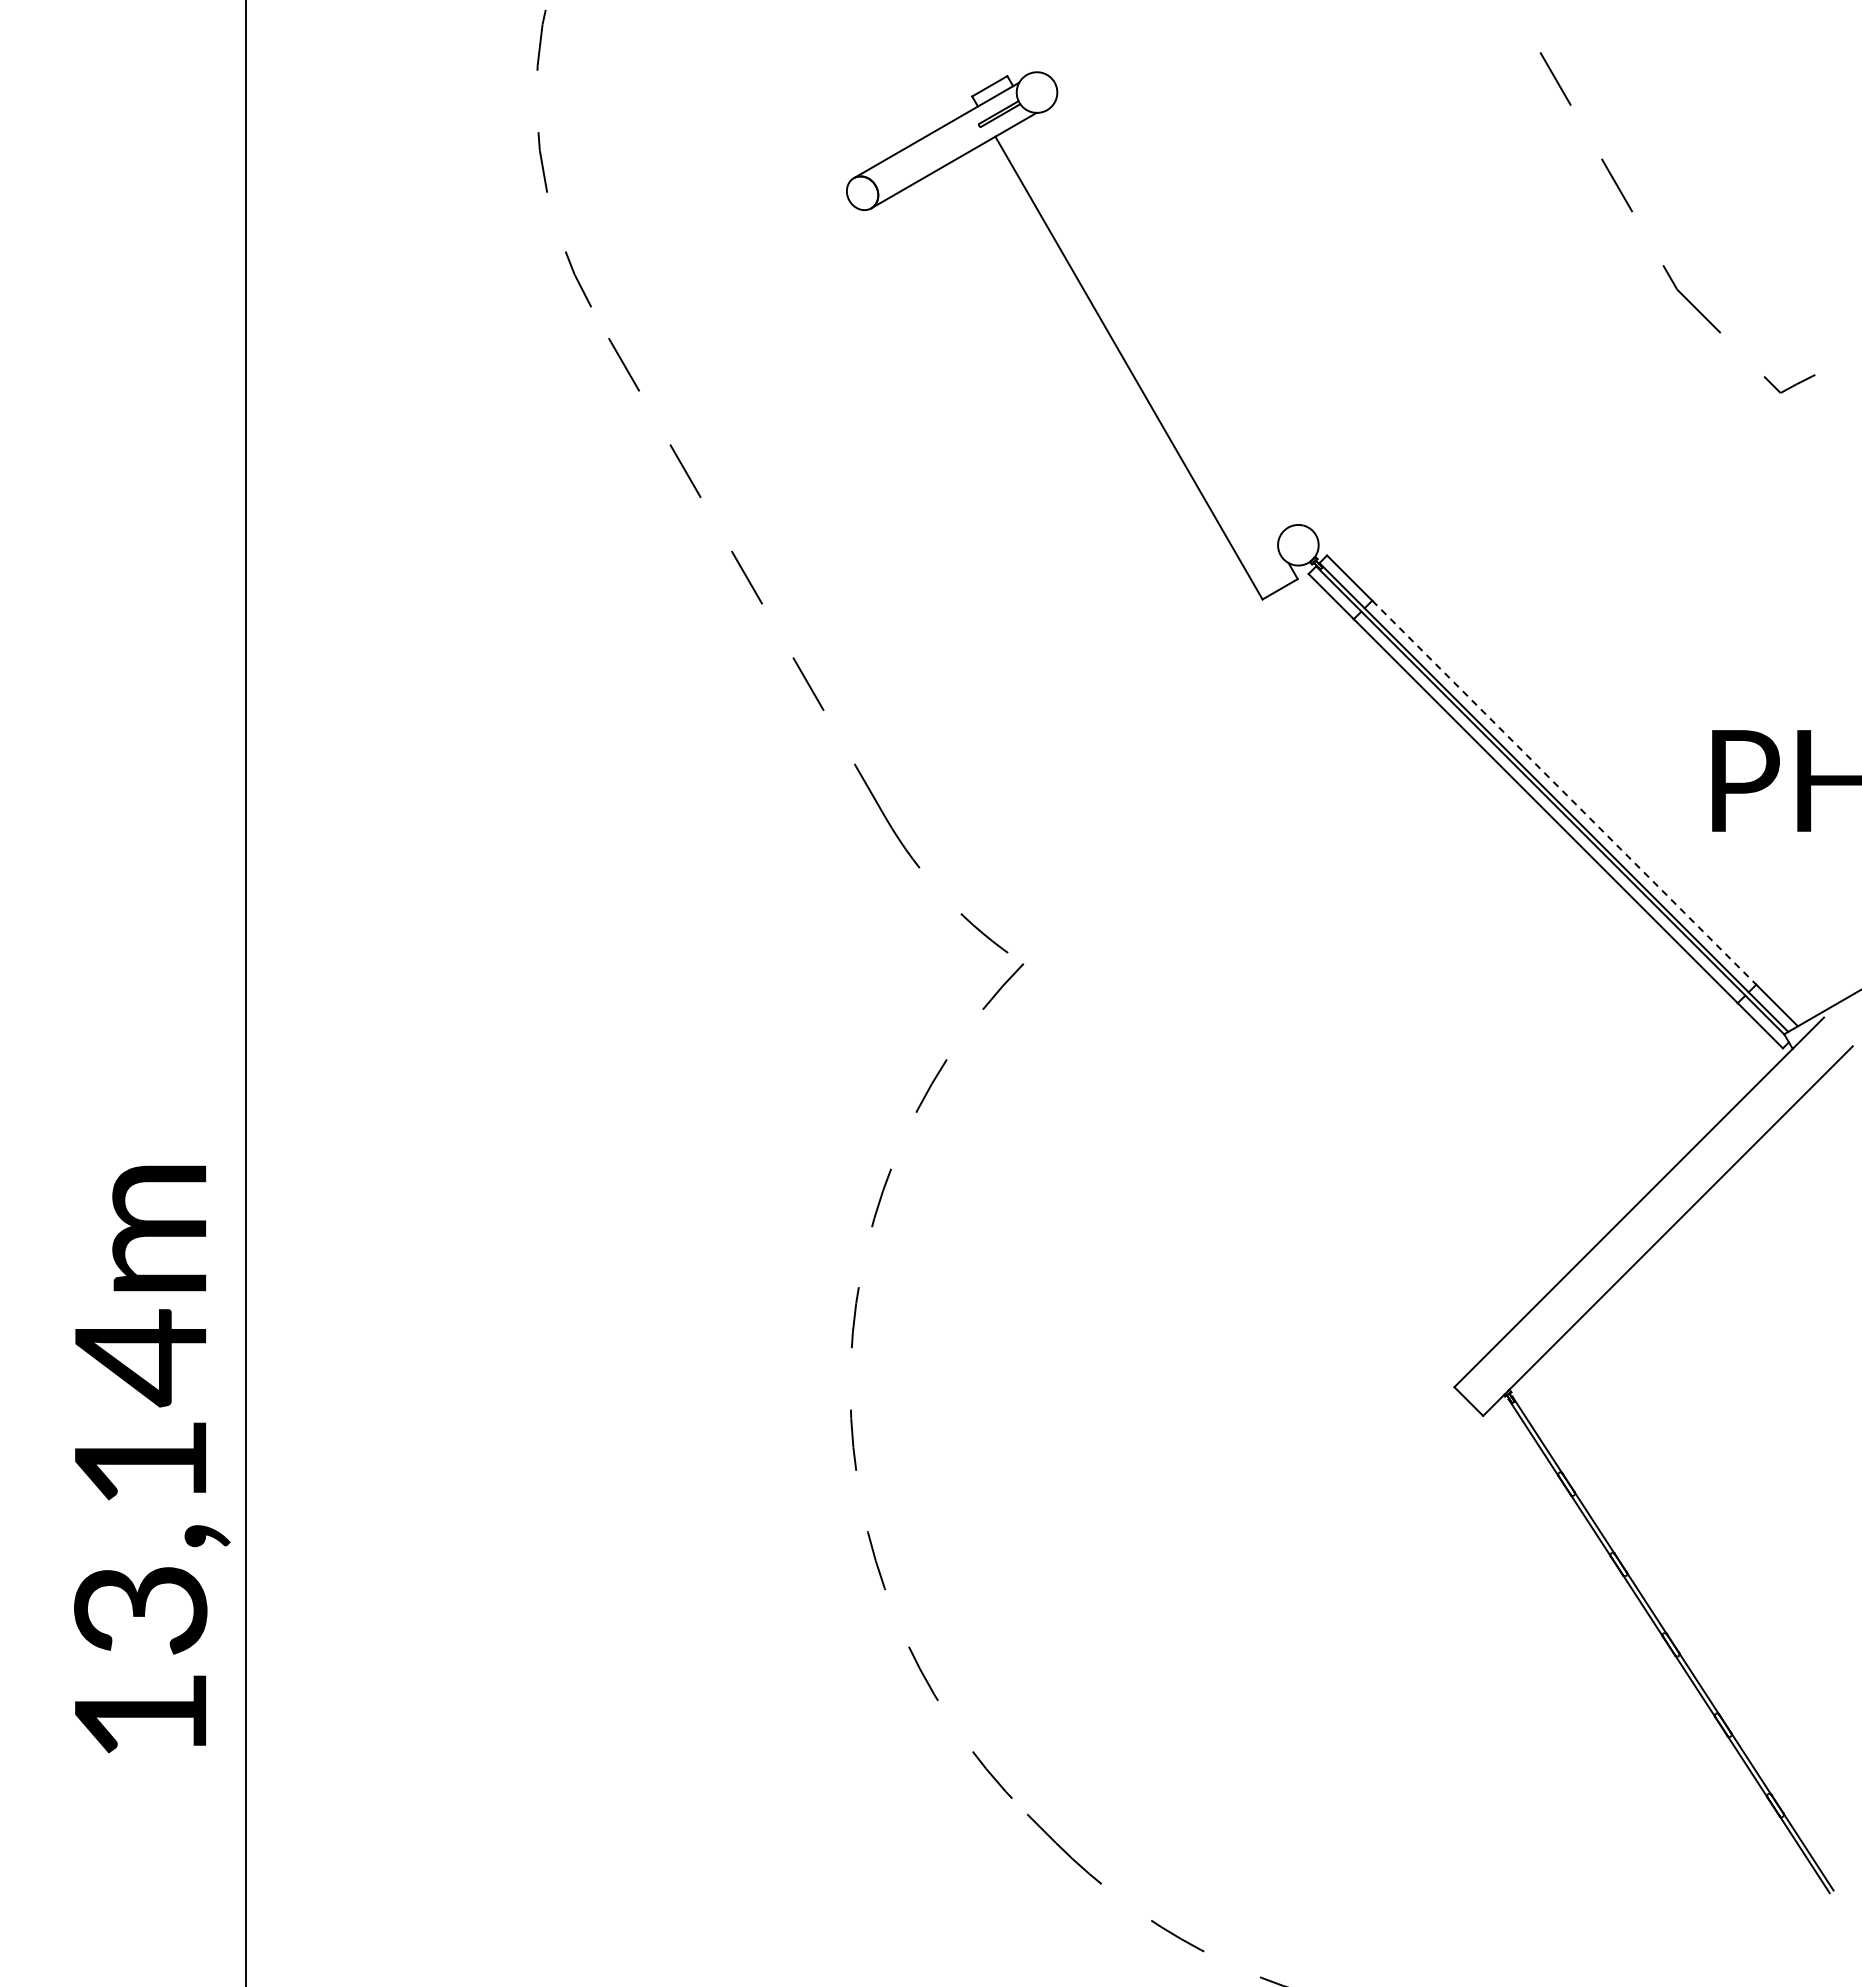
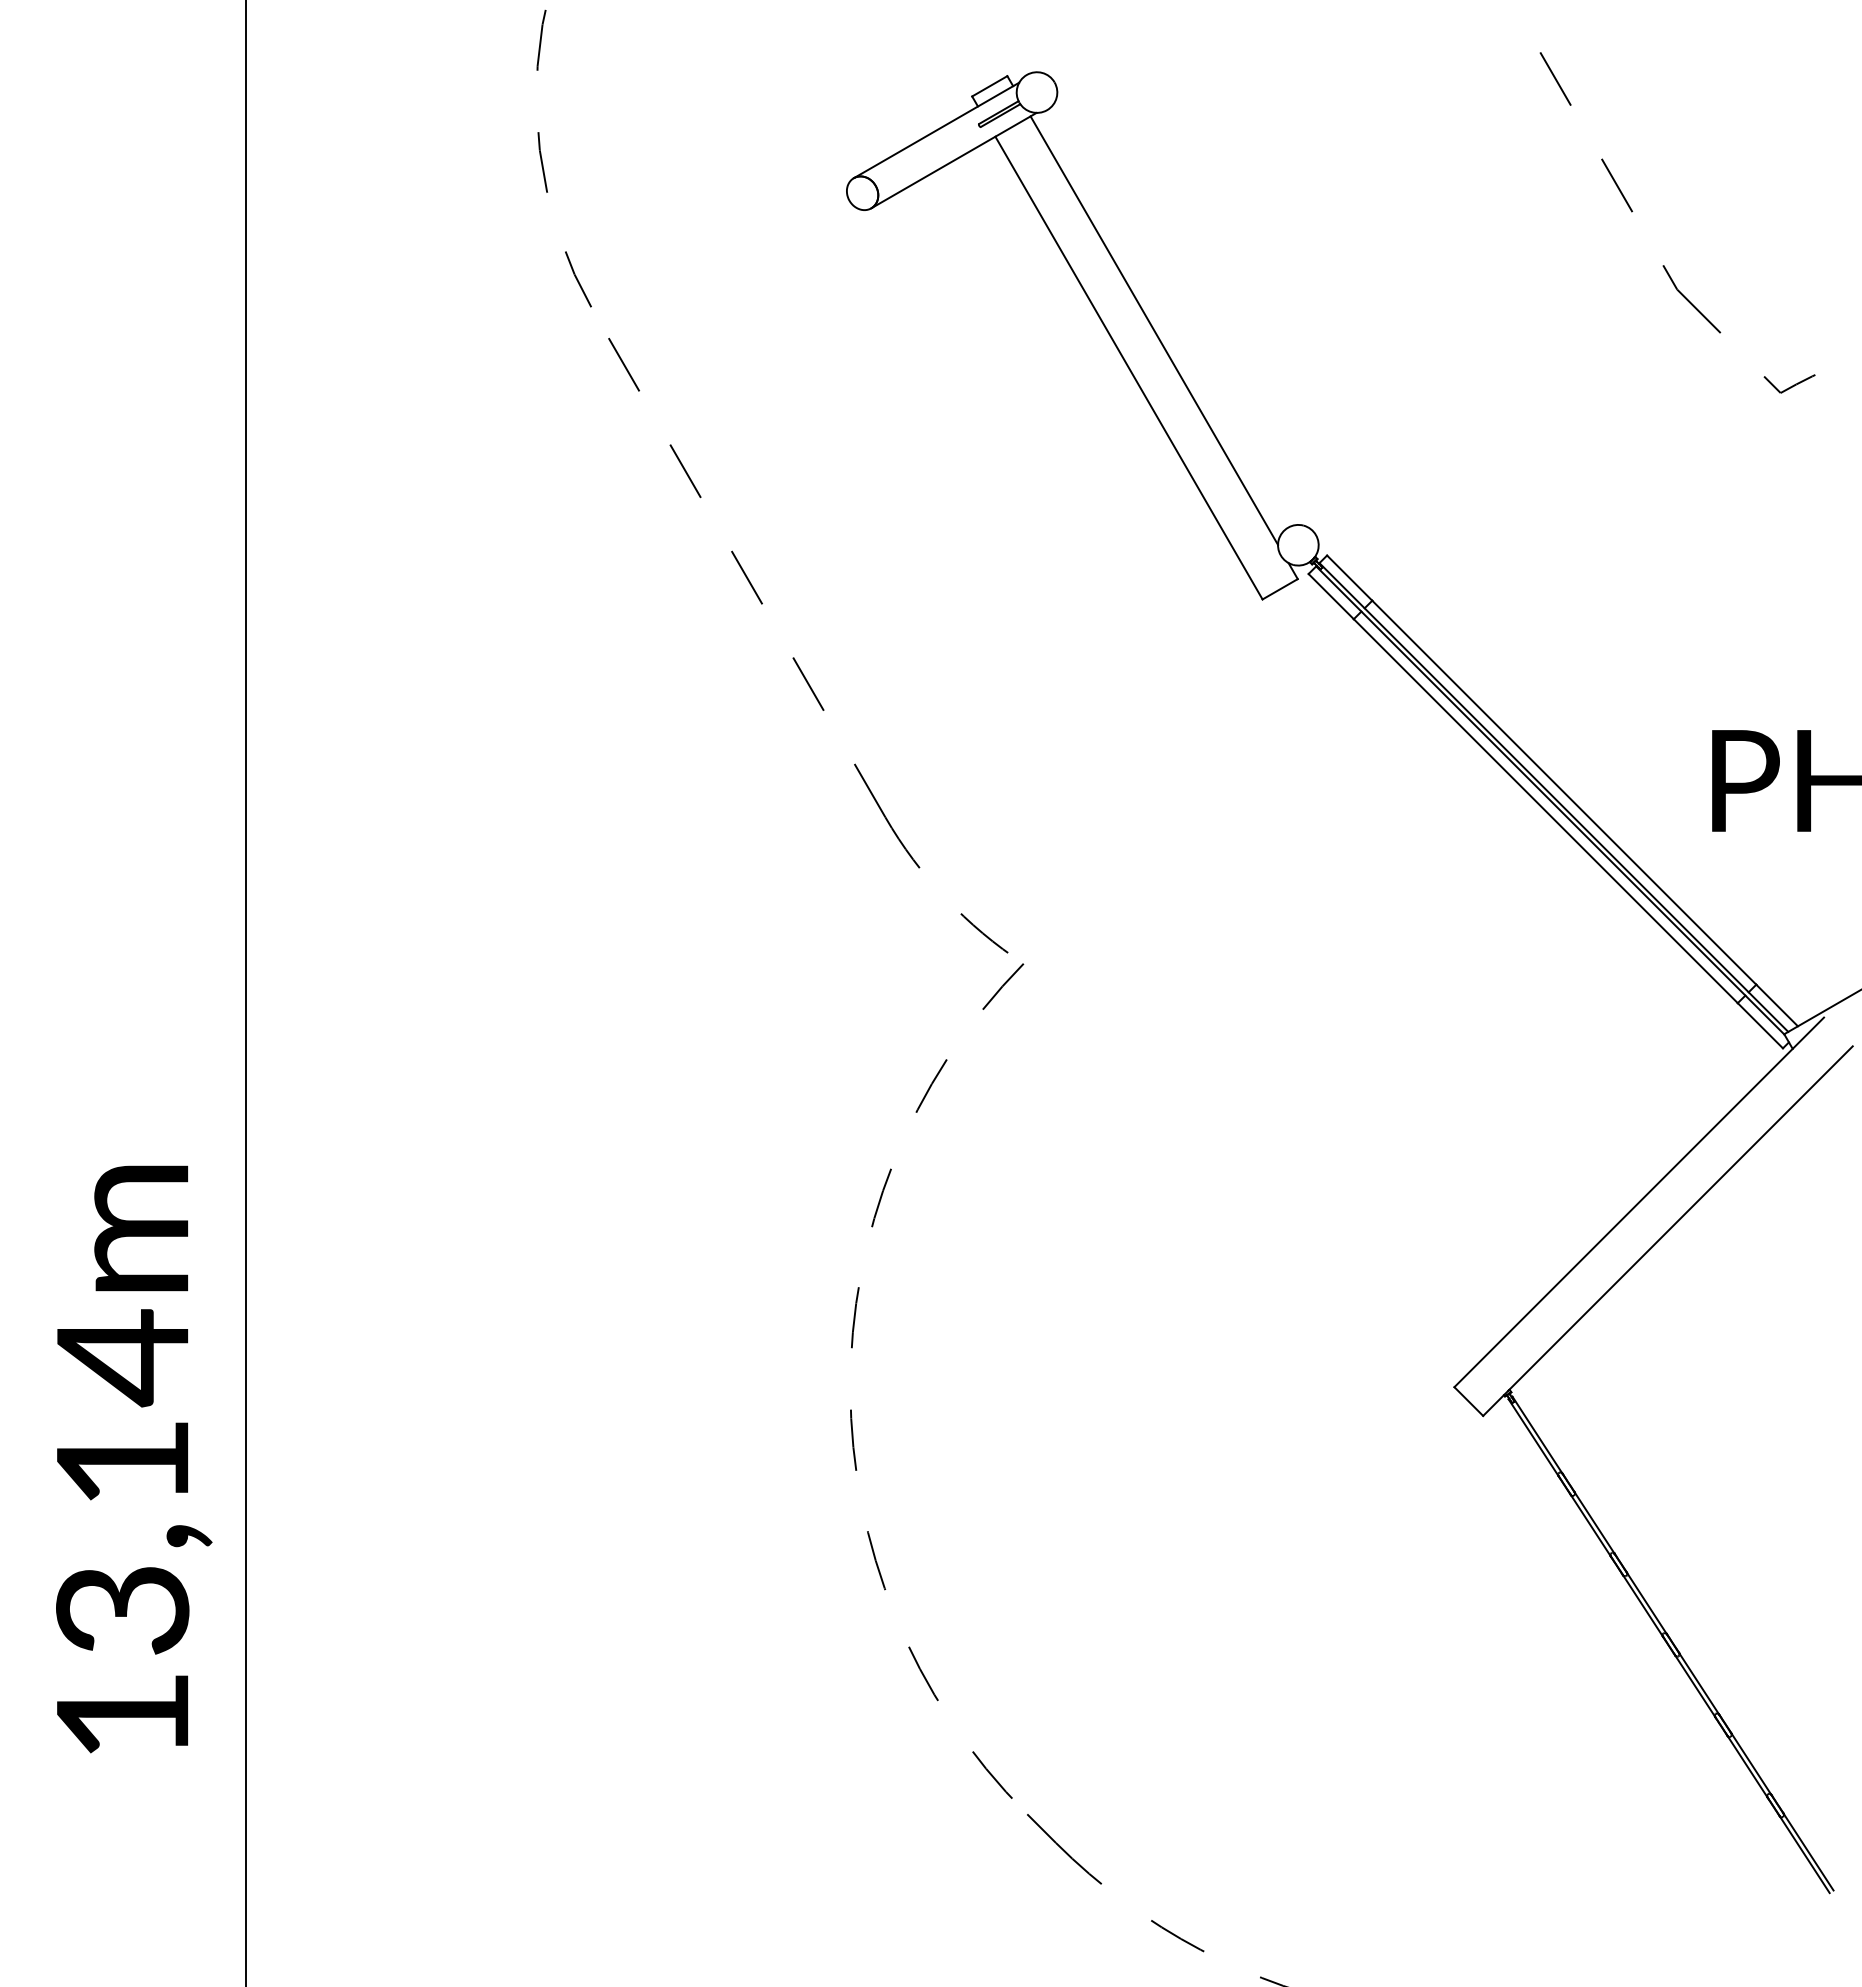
line at (1154, 330): none -> present
line at (1564, 792): dashed -> solid
text at (152, 1459) position: (152, 1459) -> (134, 1459)
